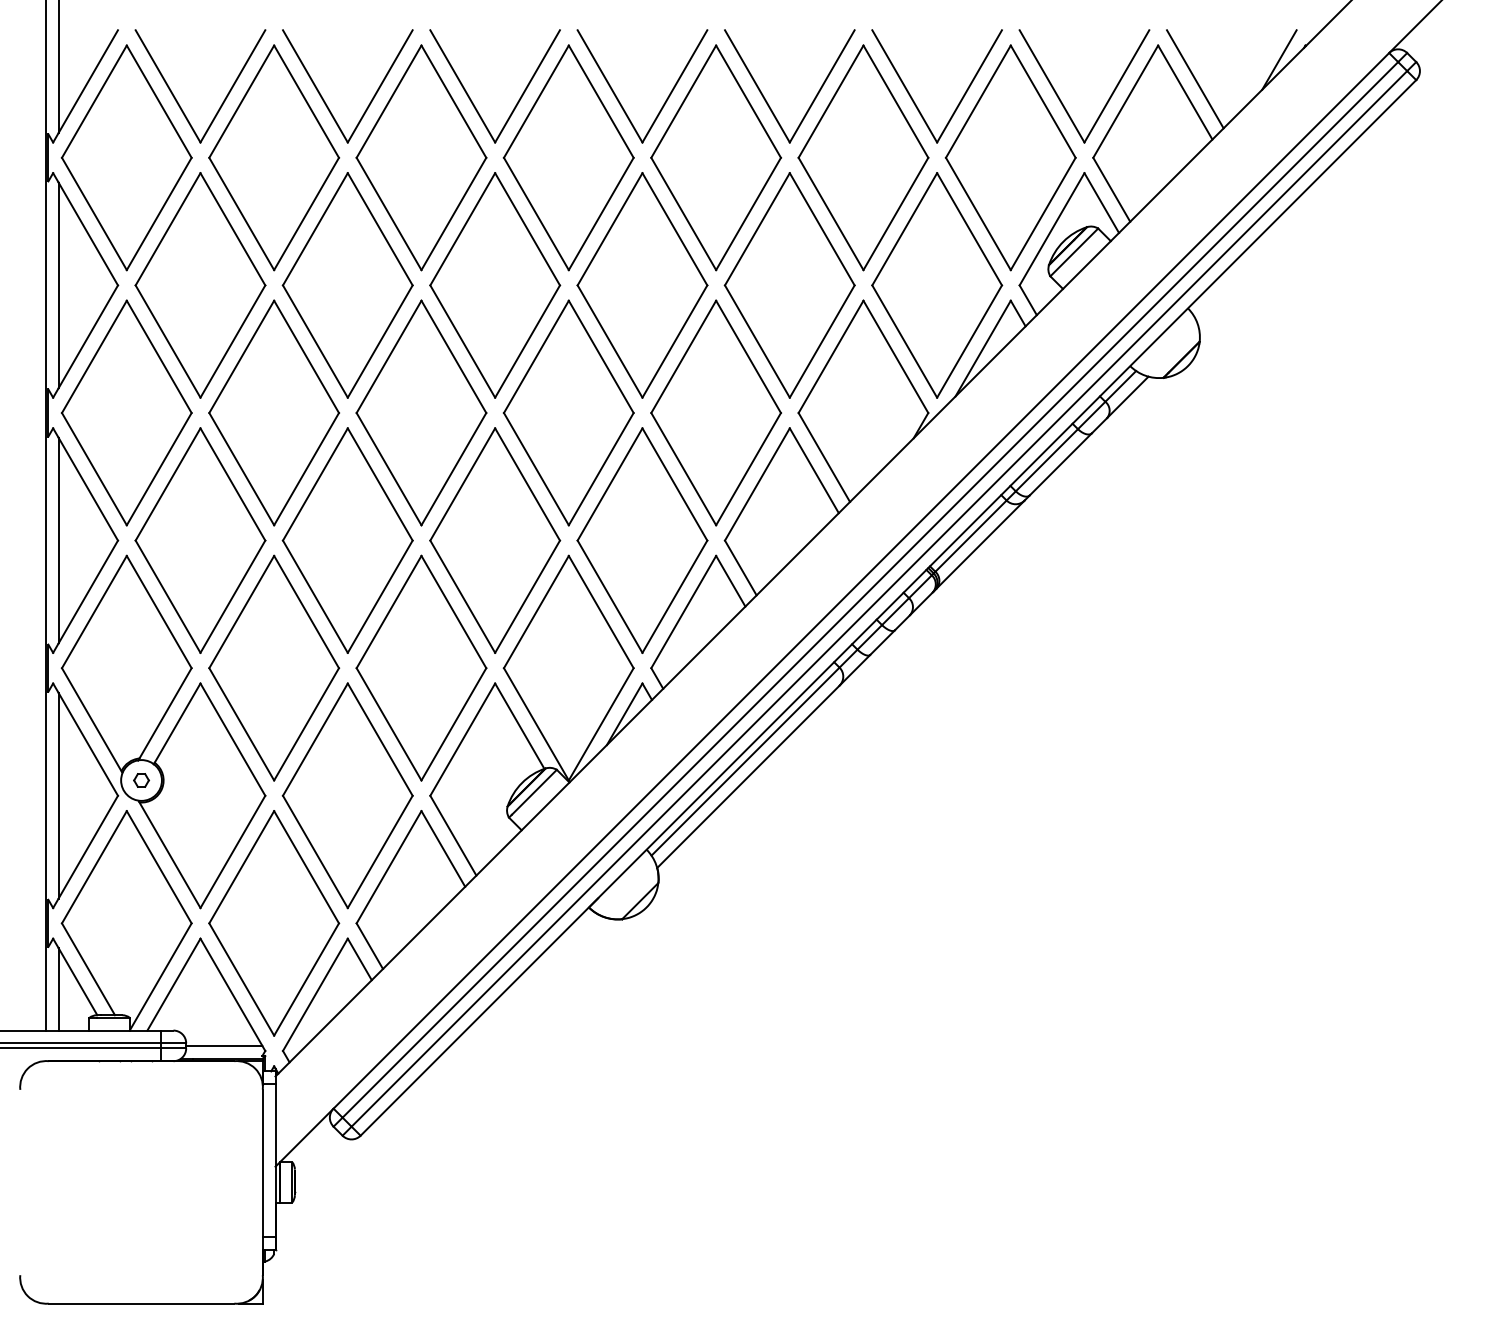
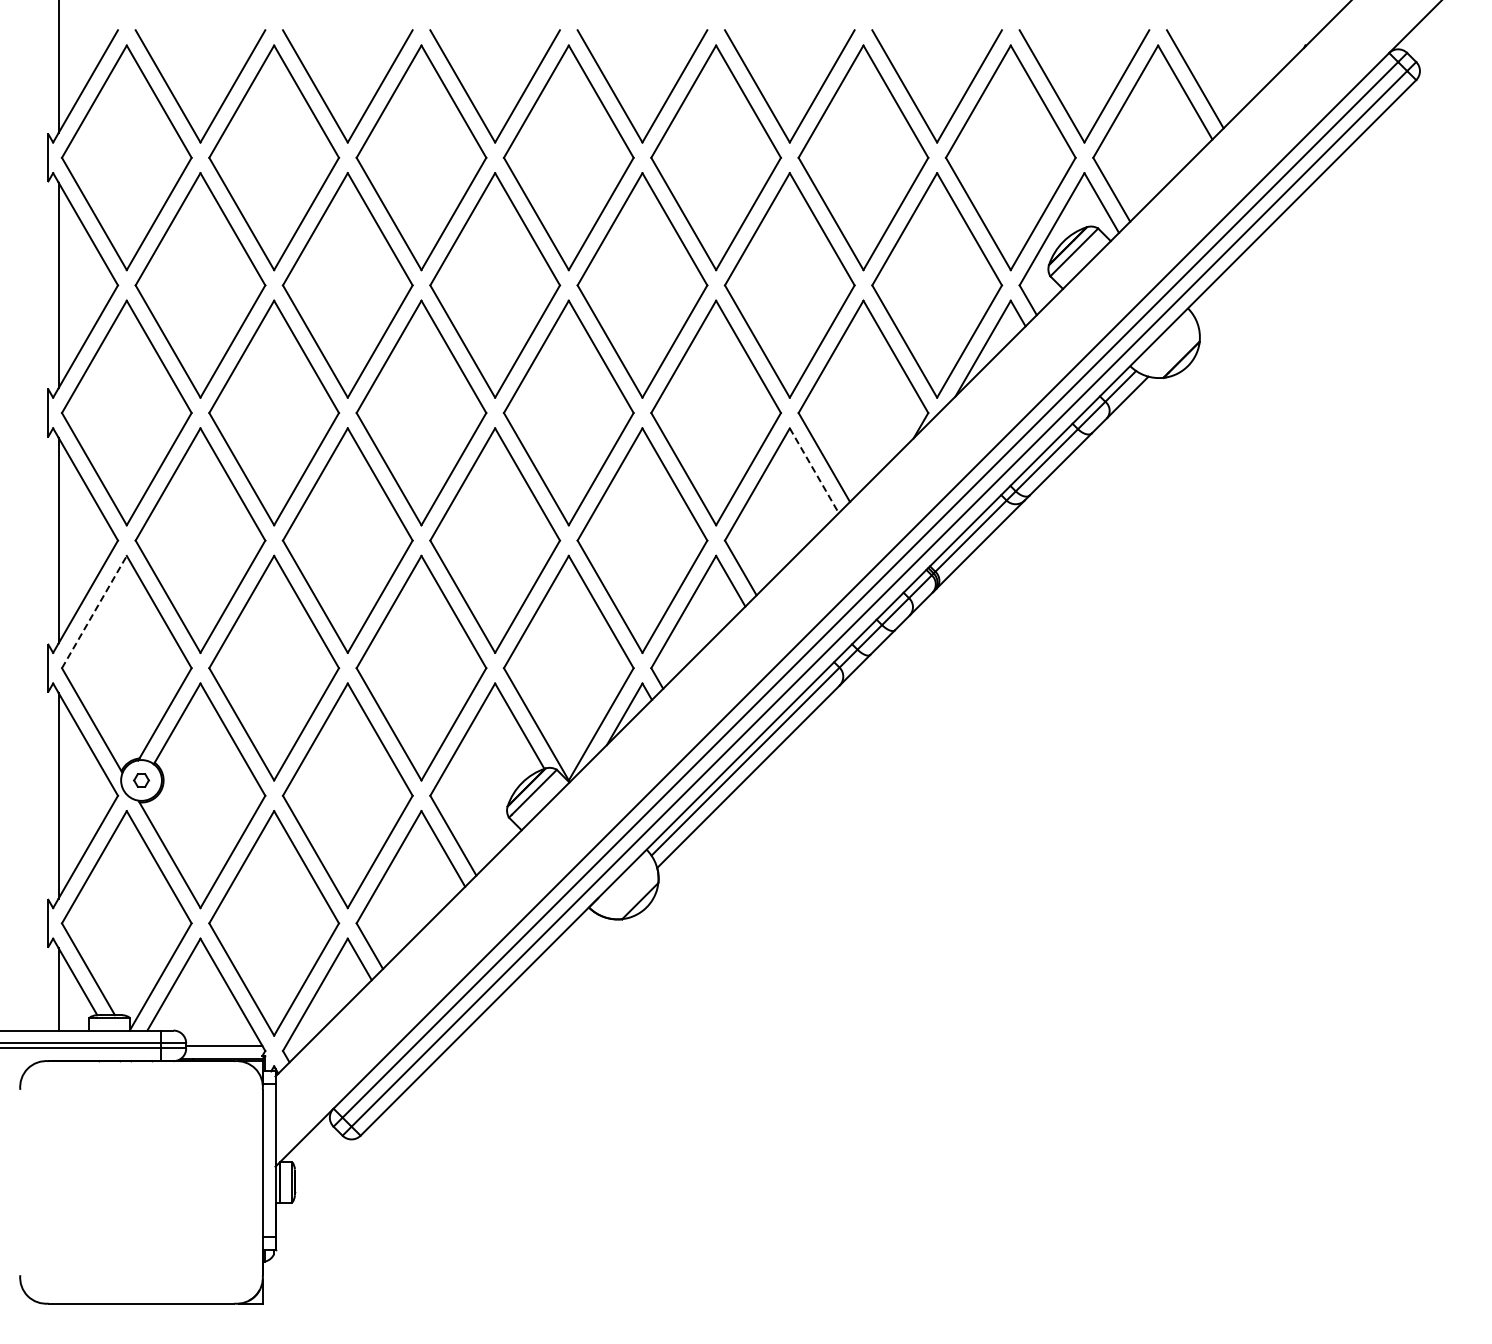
line at (1279, 59): present -> none
line at (814, 470): solid -> dashed
line at (45, 516): present -> none
line at (94, 612): solid -> dashed
